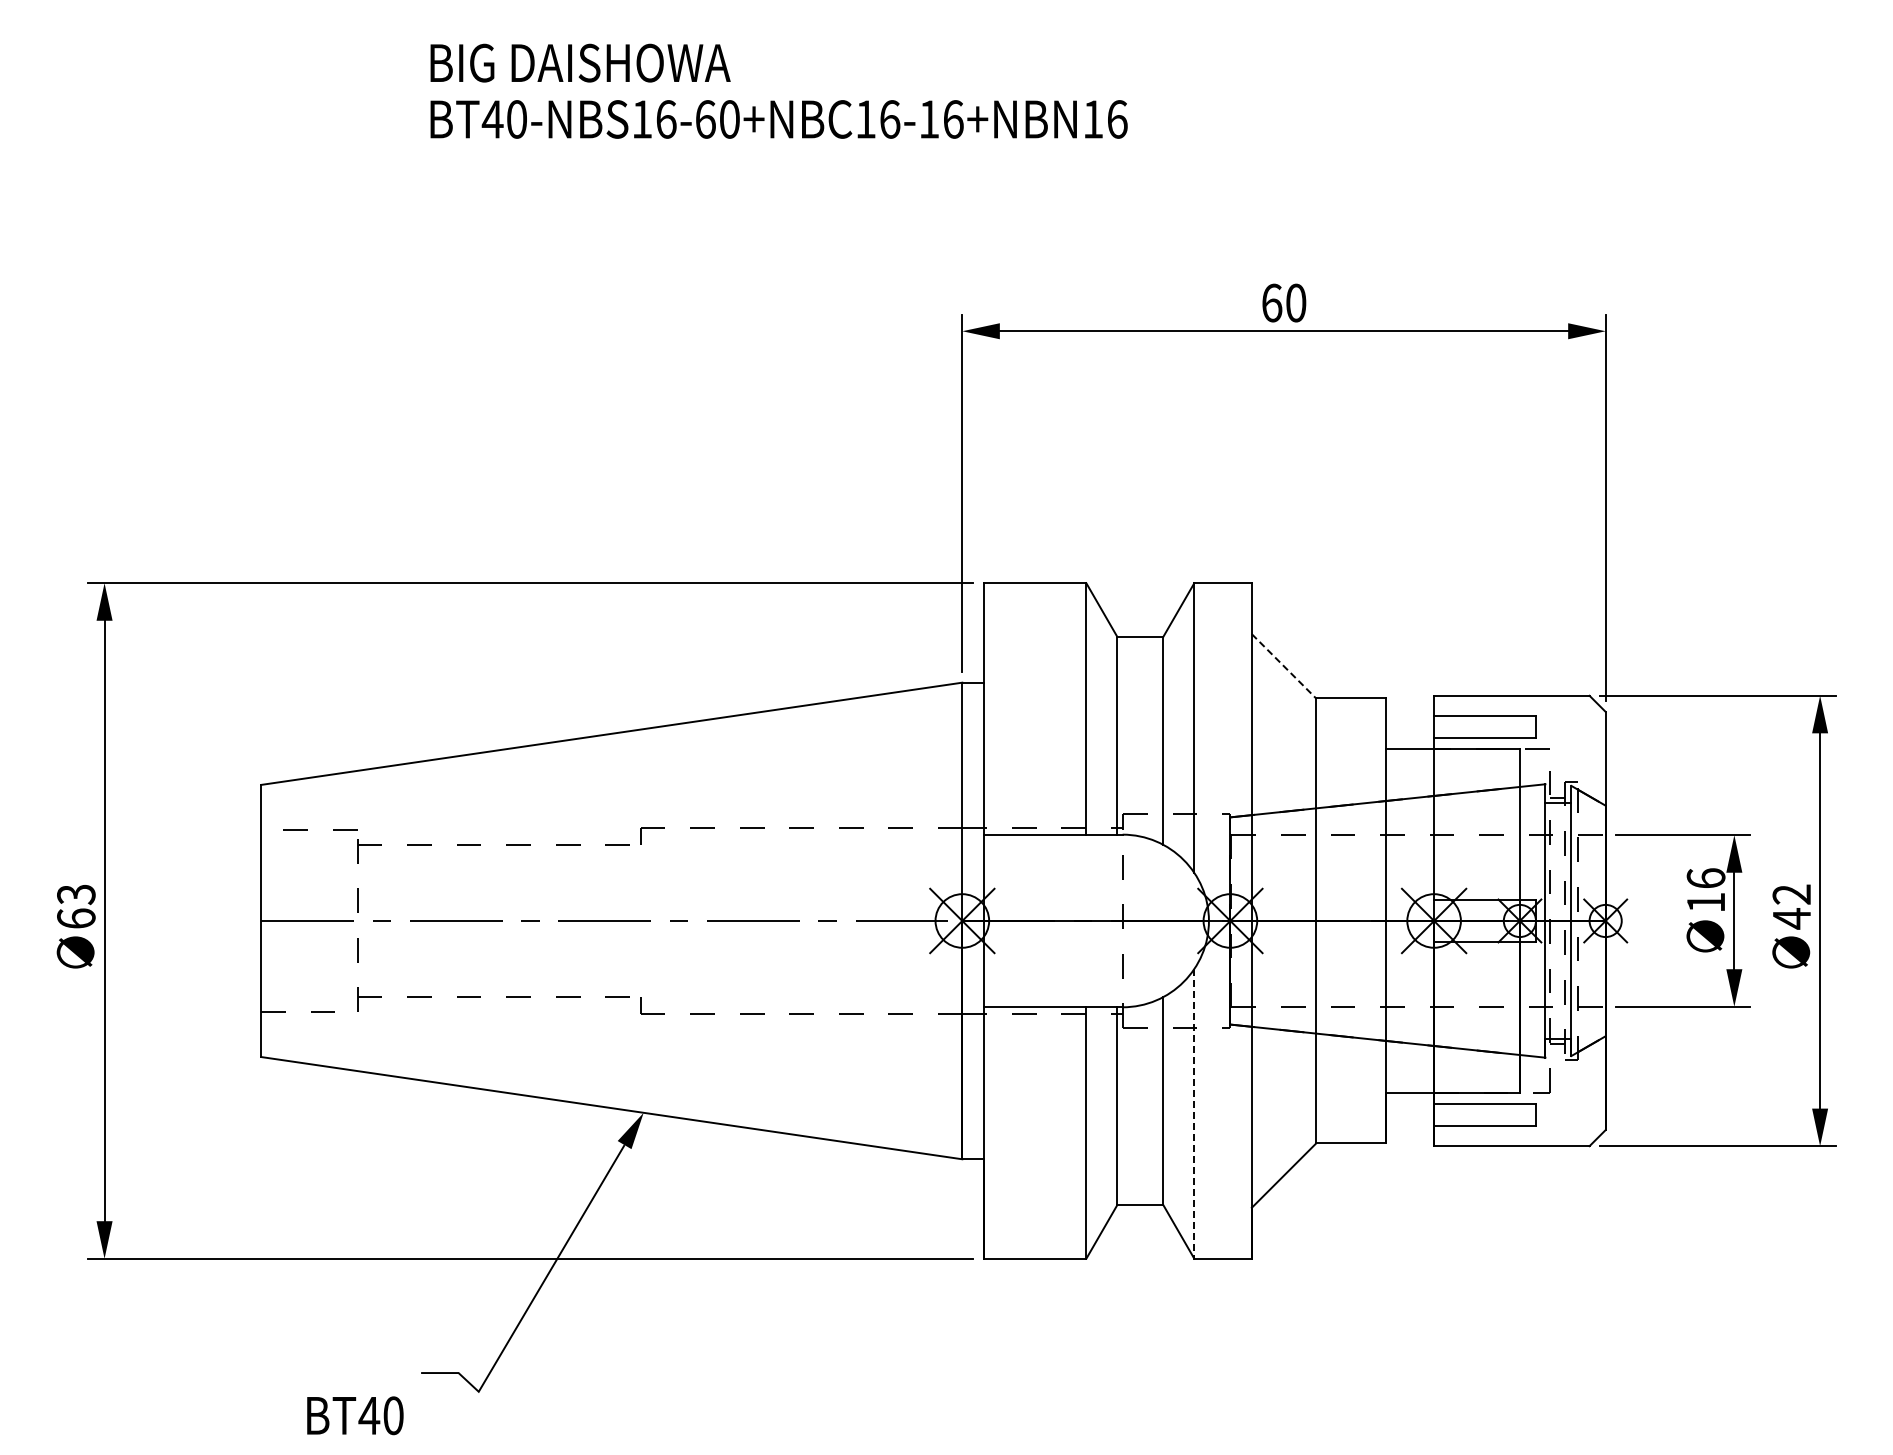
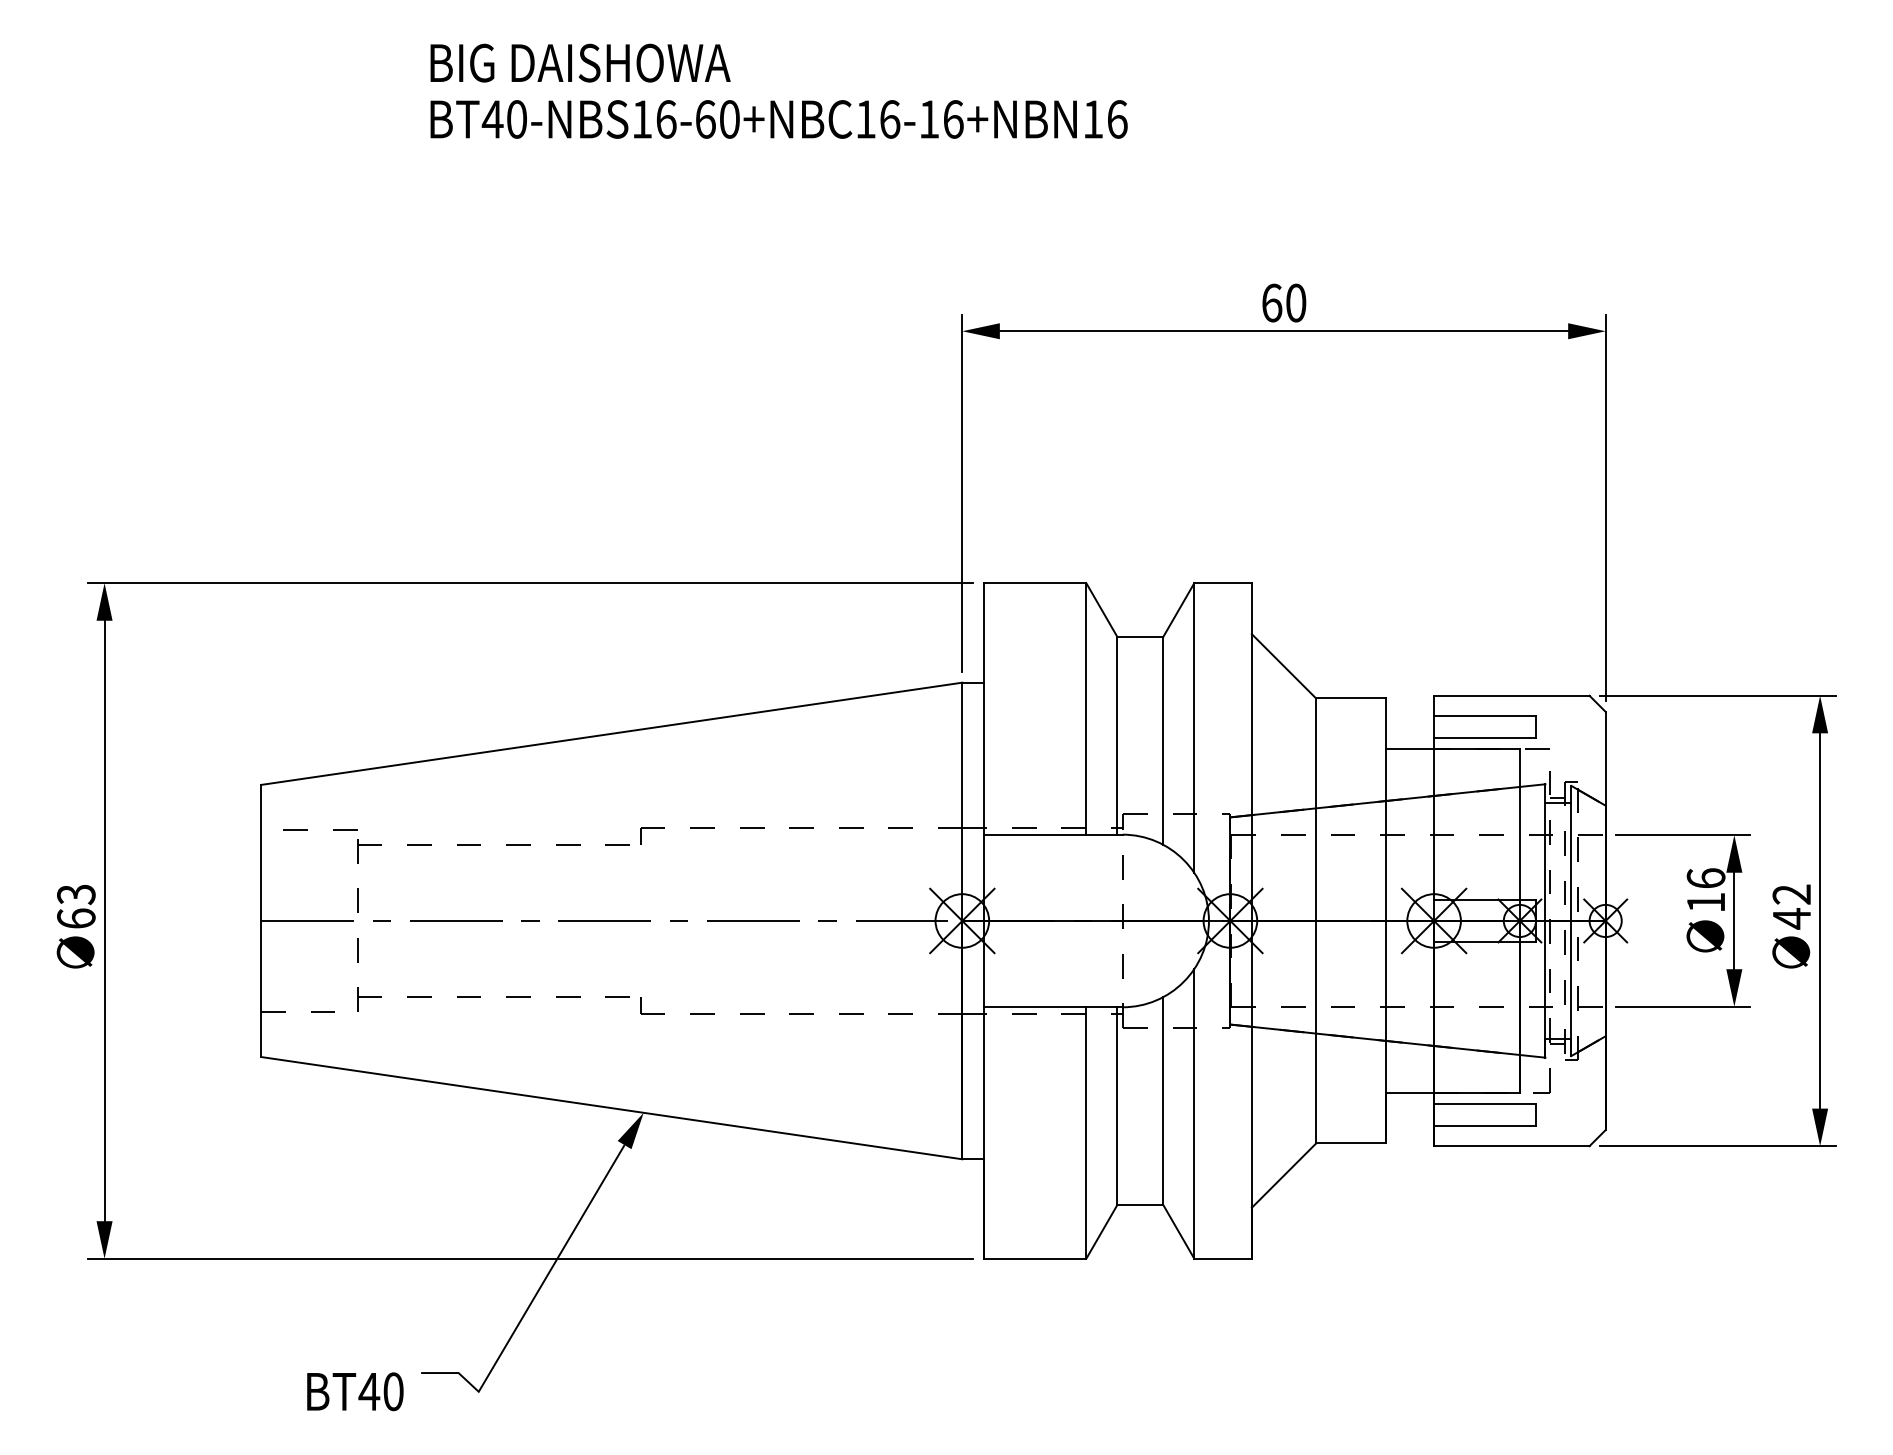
line at (1284, 666): dashed -> solid
line at (1194, 1113): dashed -> solid
text at (355, 1415) position: (355, 1415) -> (355, 1391)
